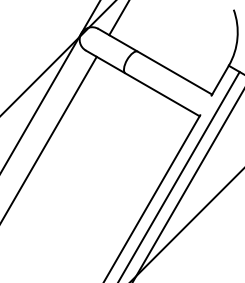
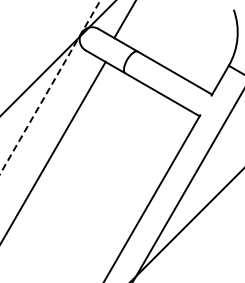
line at (118, 18) position: (118, 18) -> (124, 20)
line at (50, 86): solid -> dashed
line at (49, 138) position: (49, 138) -> (53, 151)
line at (179, 175): present -> none
